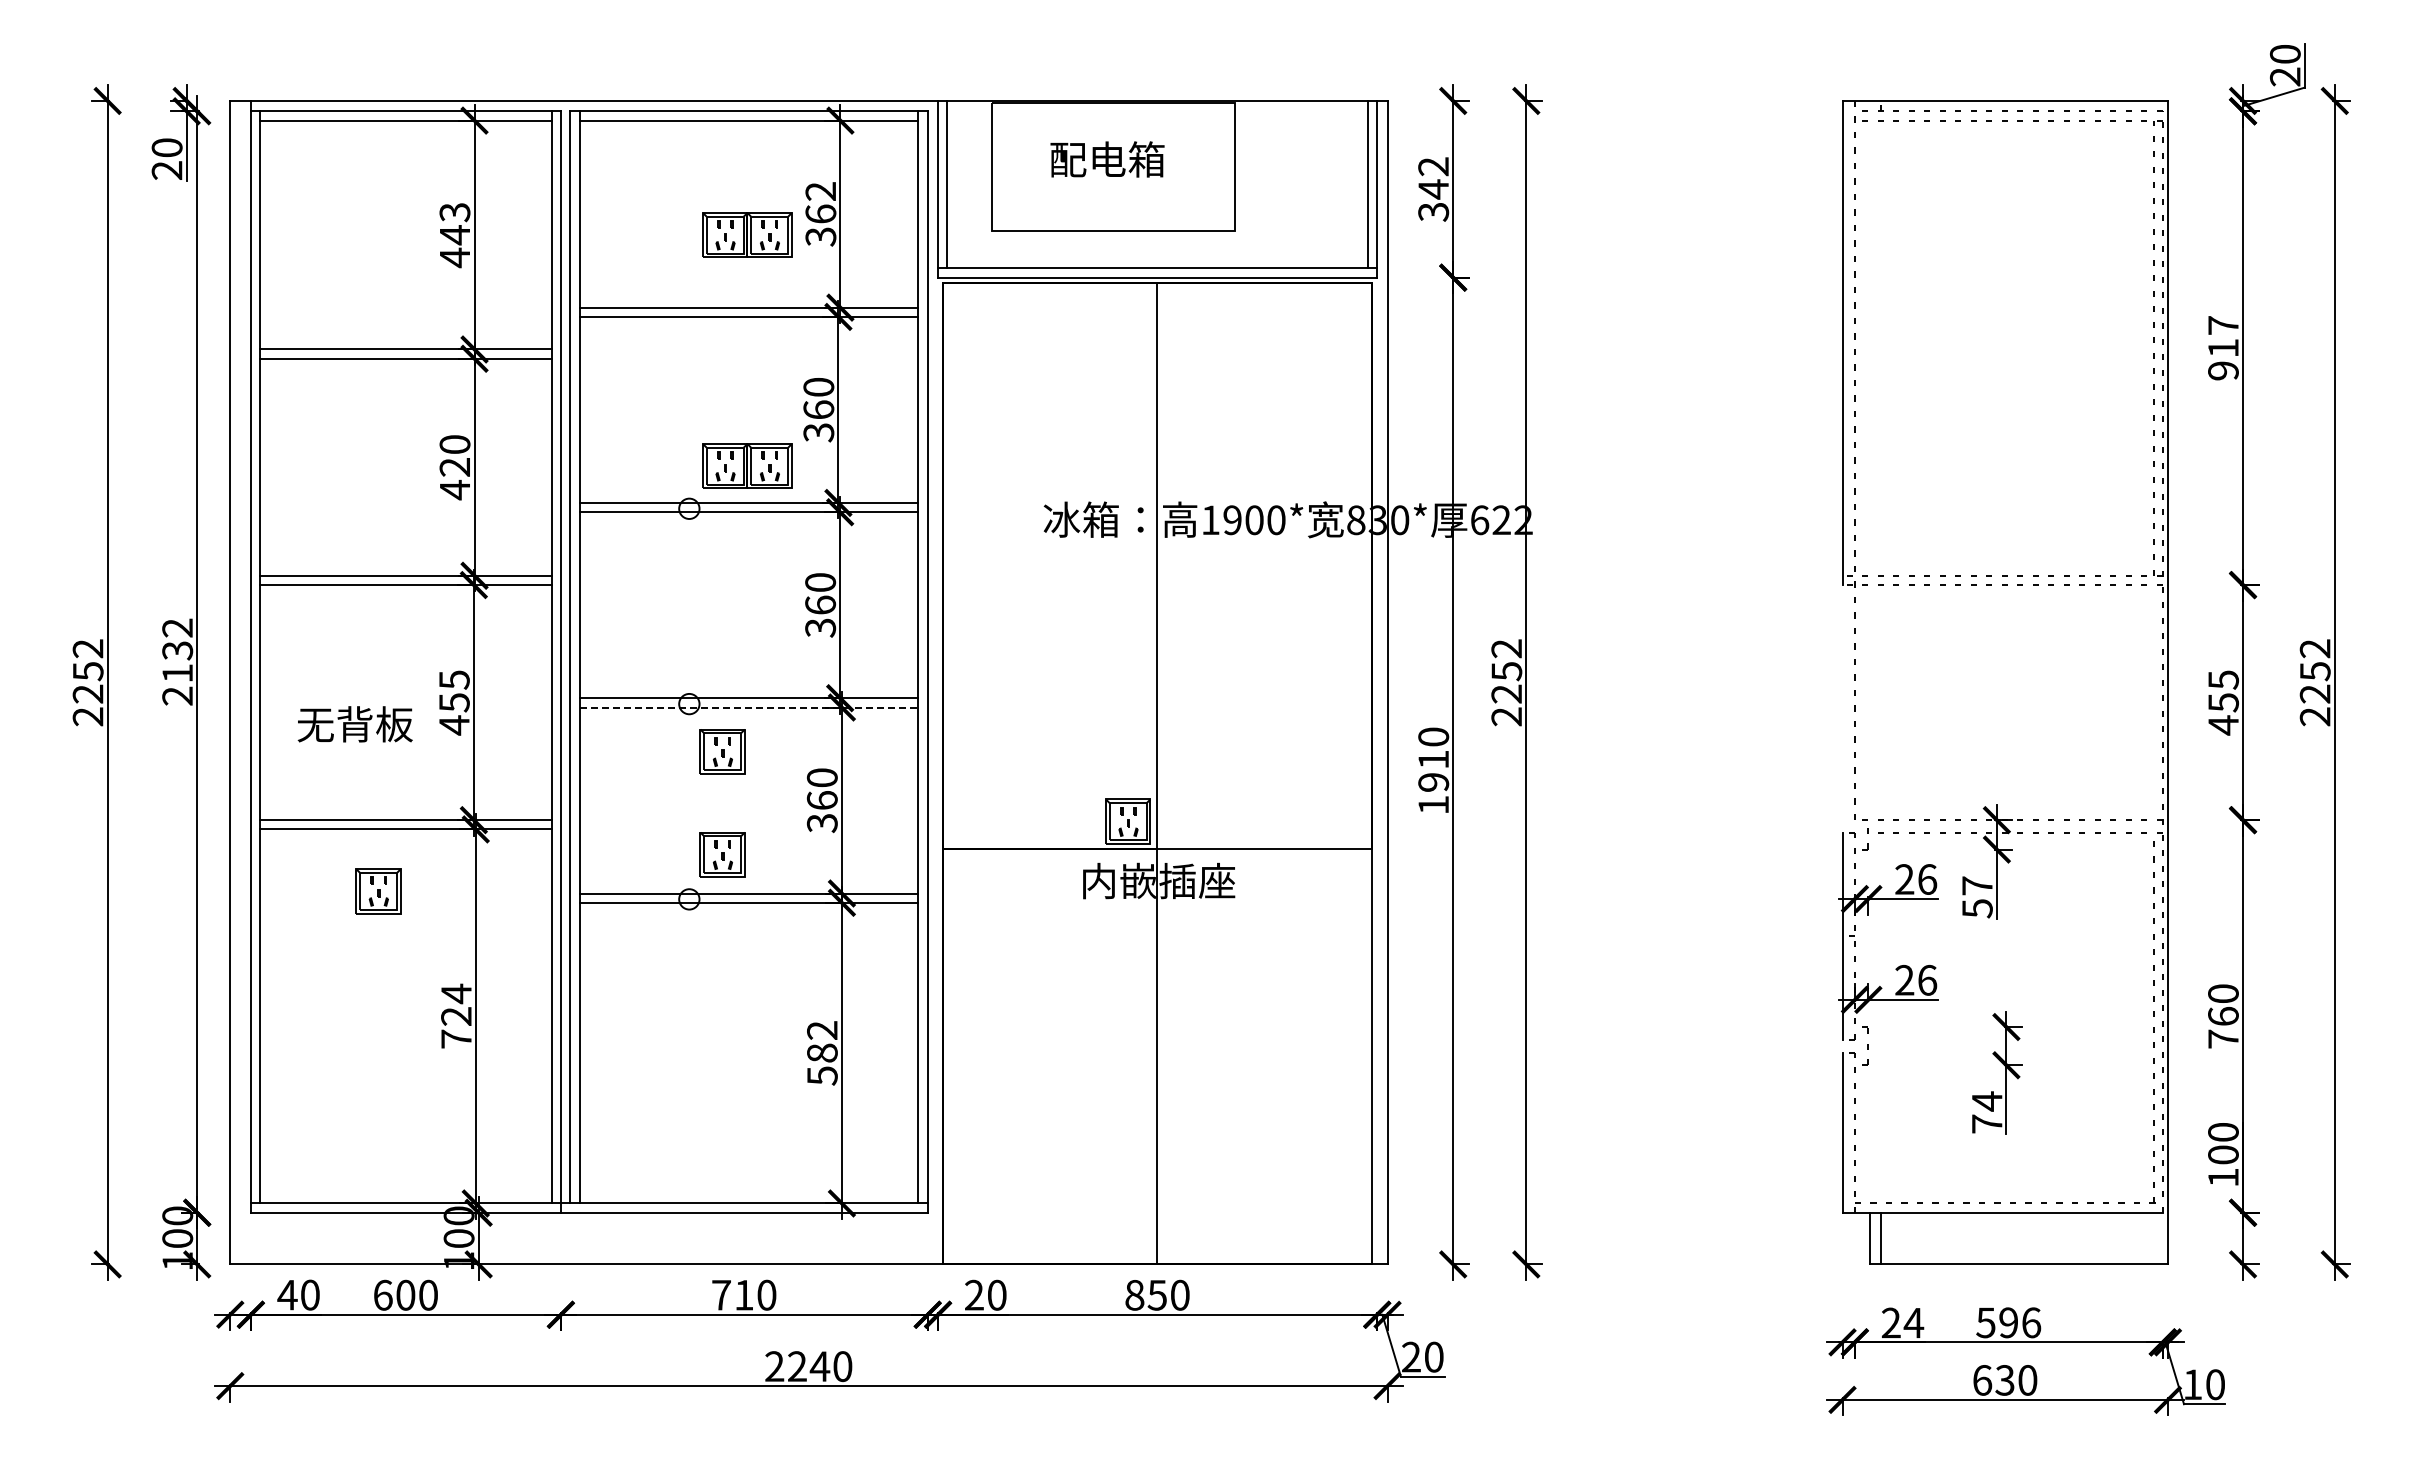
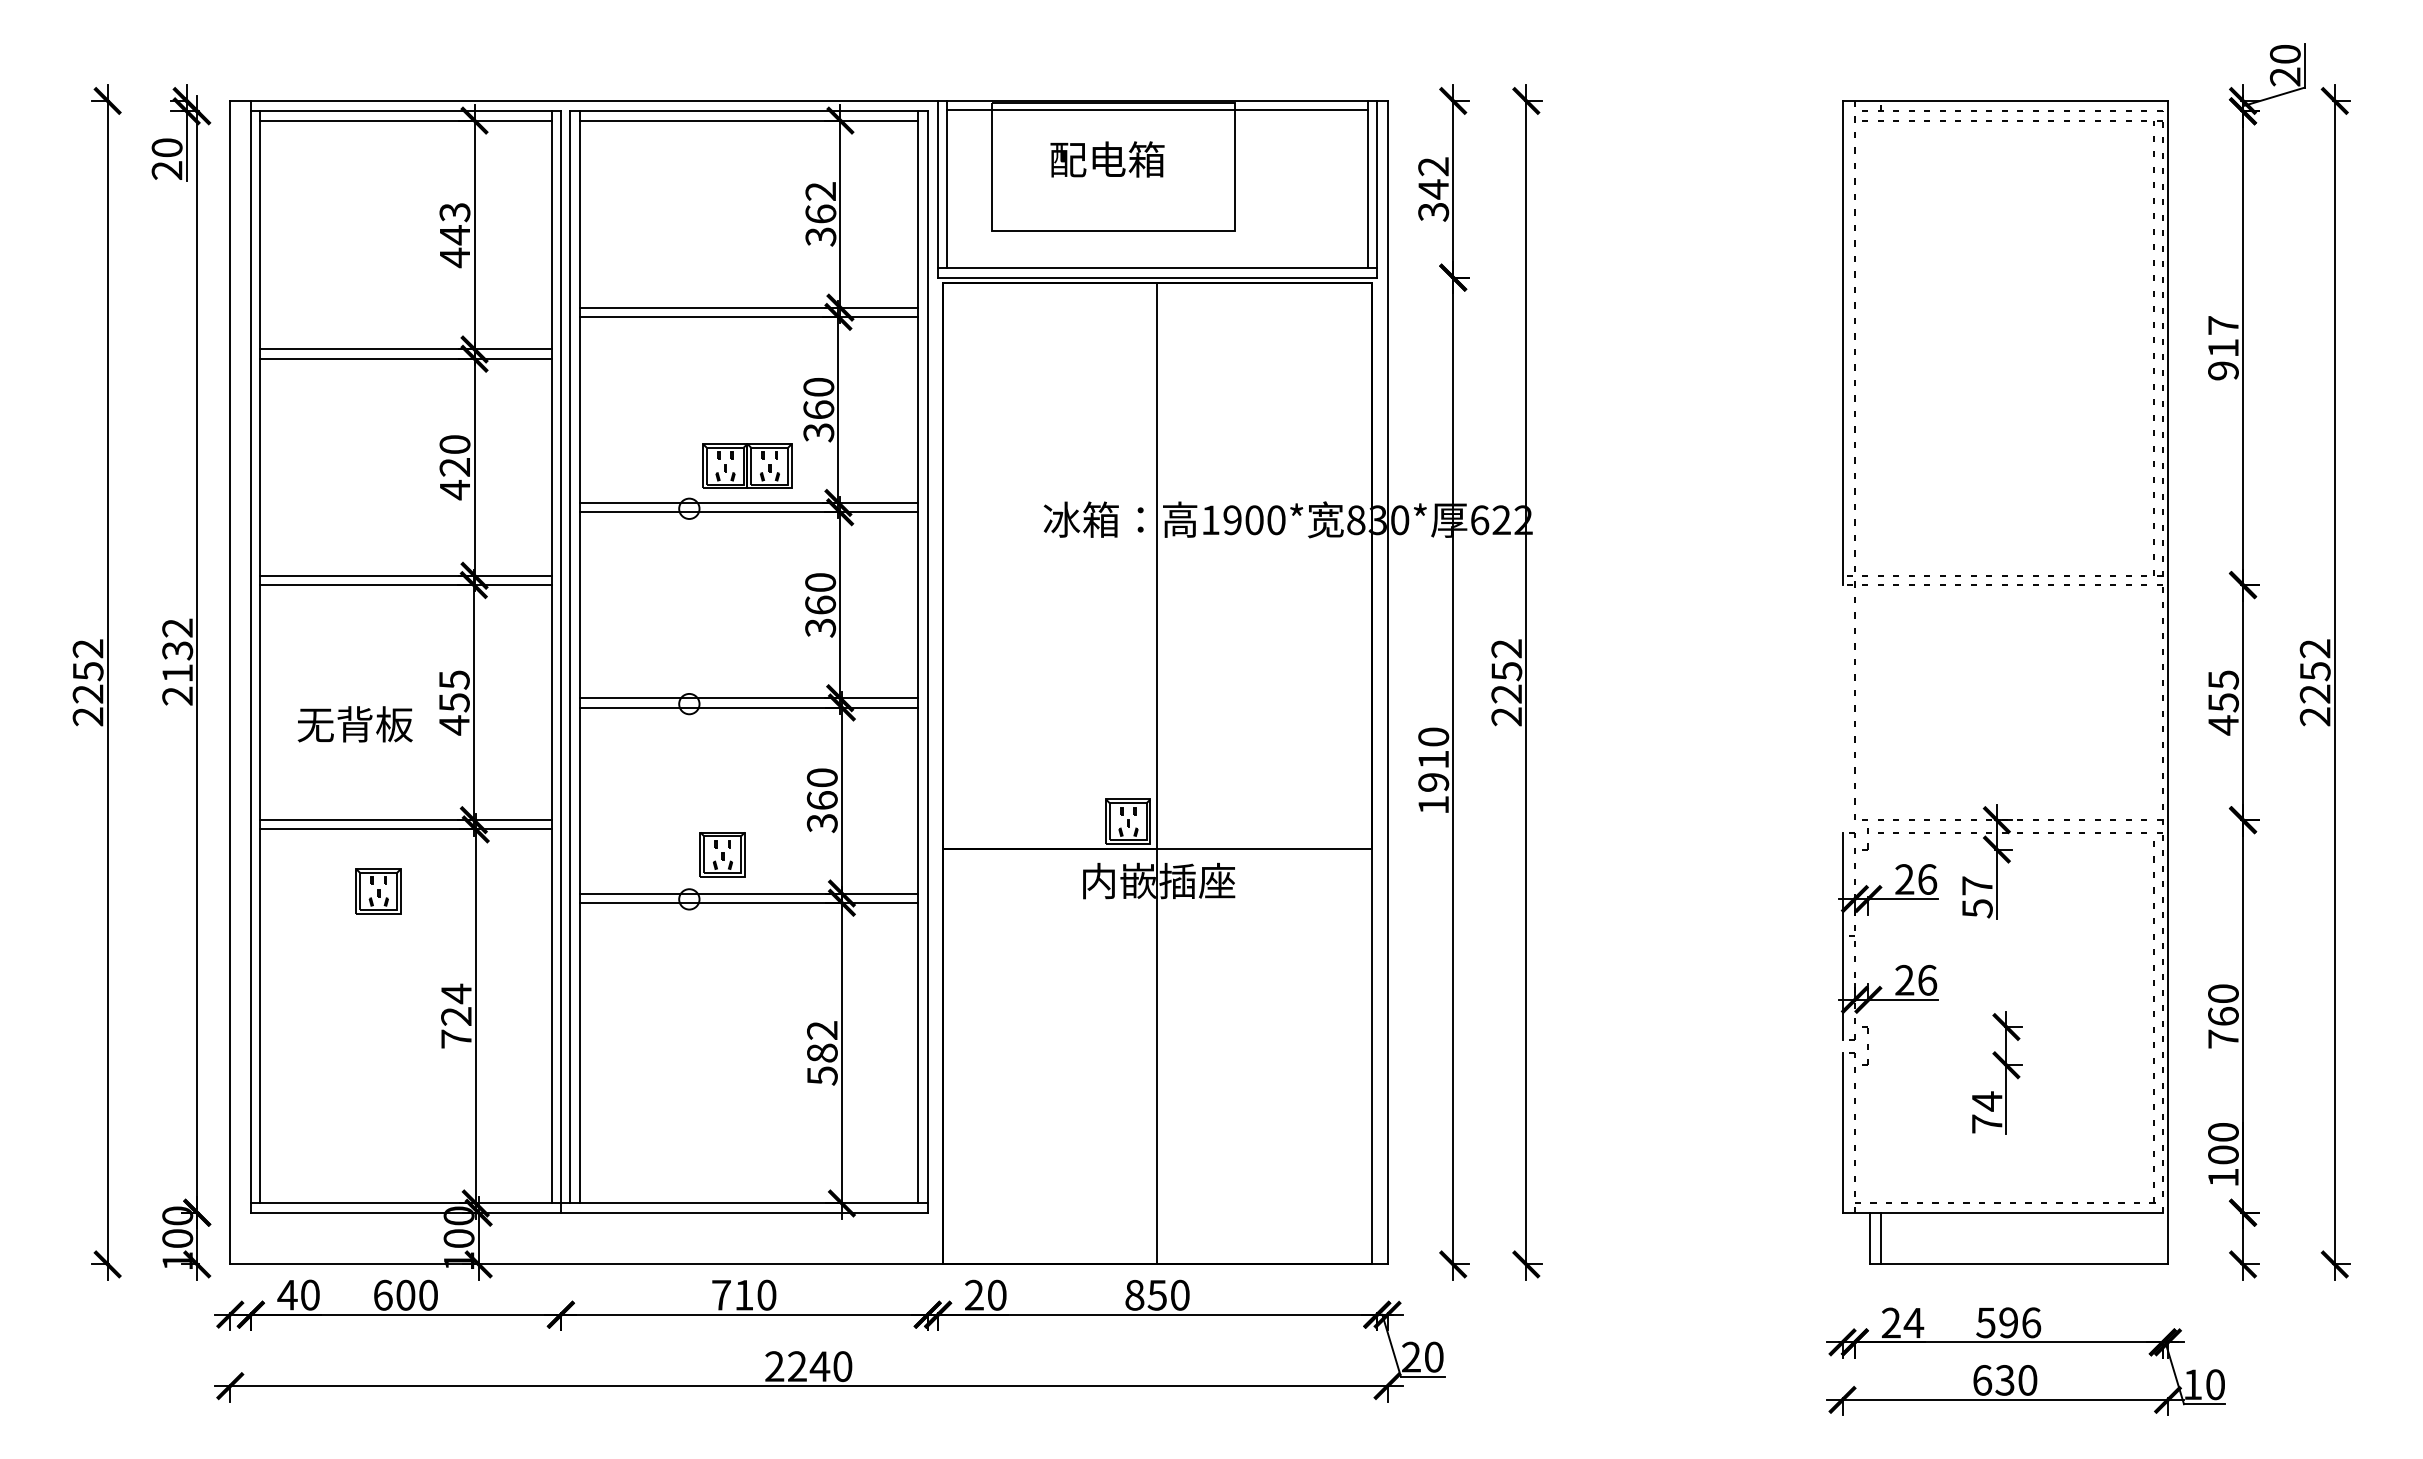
line at (1157, 110): none -> present
part at (747, 234): present -> none
line at (749, 707): dashed -> solid
part at (722, 751): present -> none
